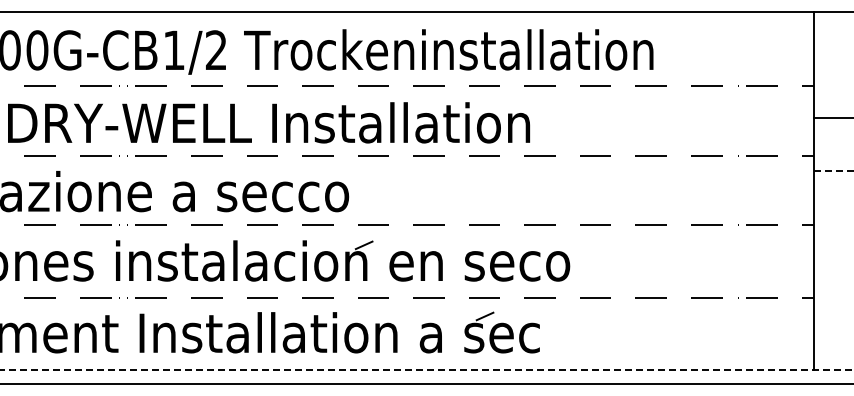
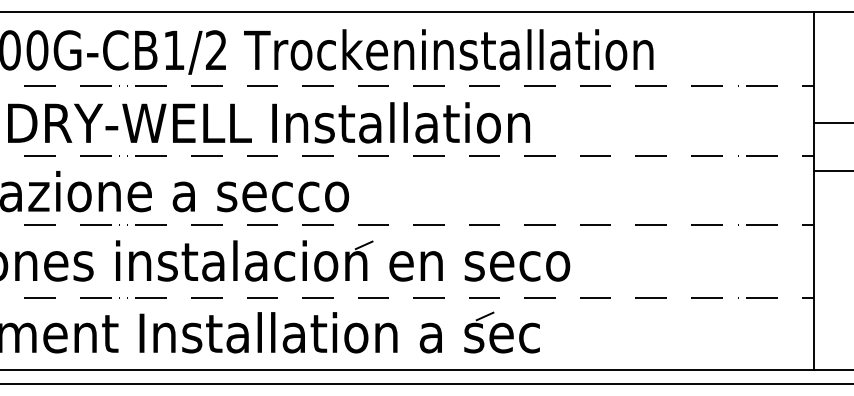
line at (831, 118) position: (831, 118) -> (831, 123)
line at (833, 170): dashed -> solid
line at (426, 370): dashed -> solid
